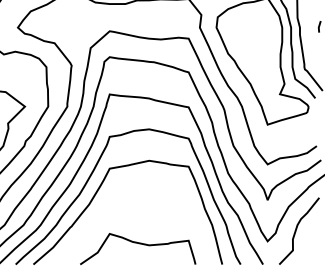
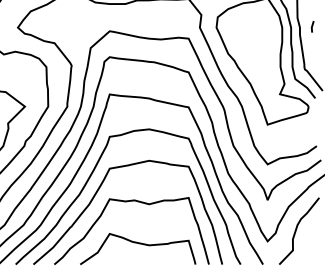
line at (319, 26) position: (319, 26) -> (312, 26)
curve at (127, 202): none -> present
